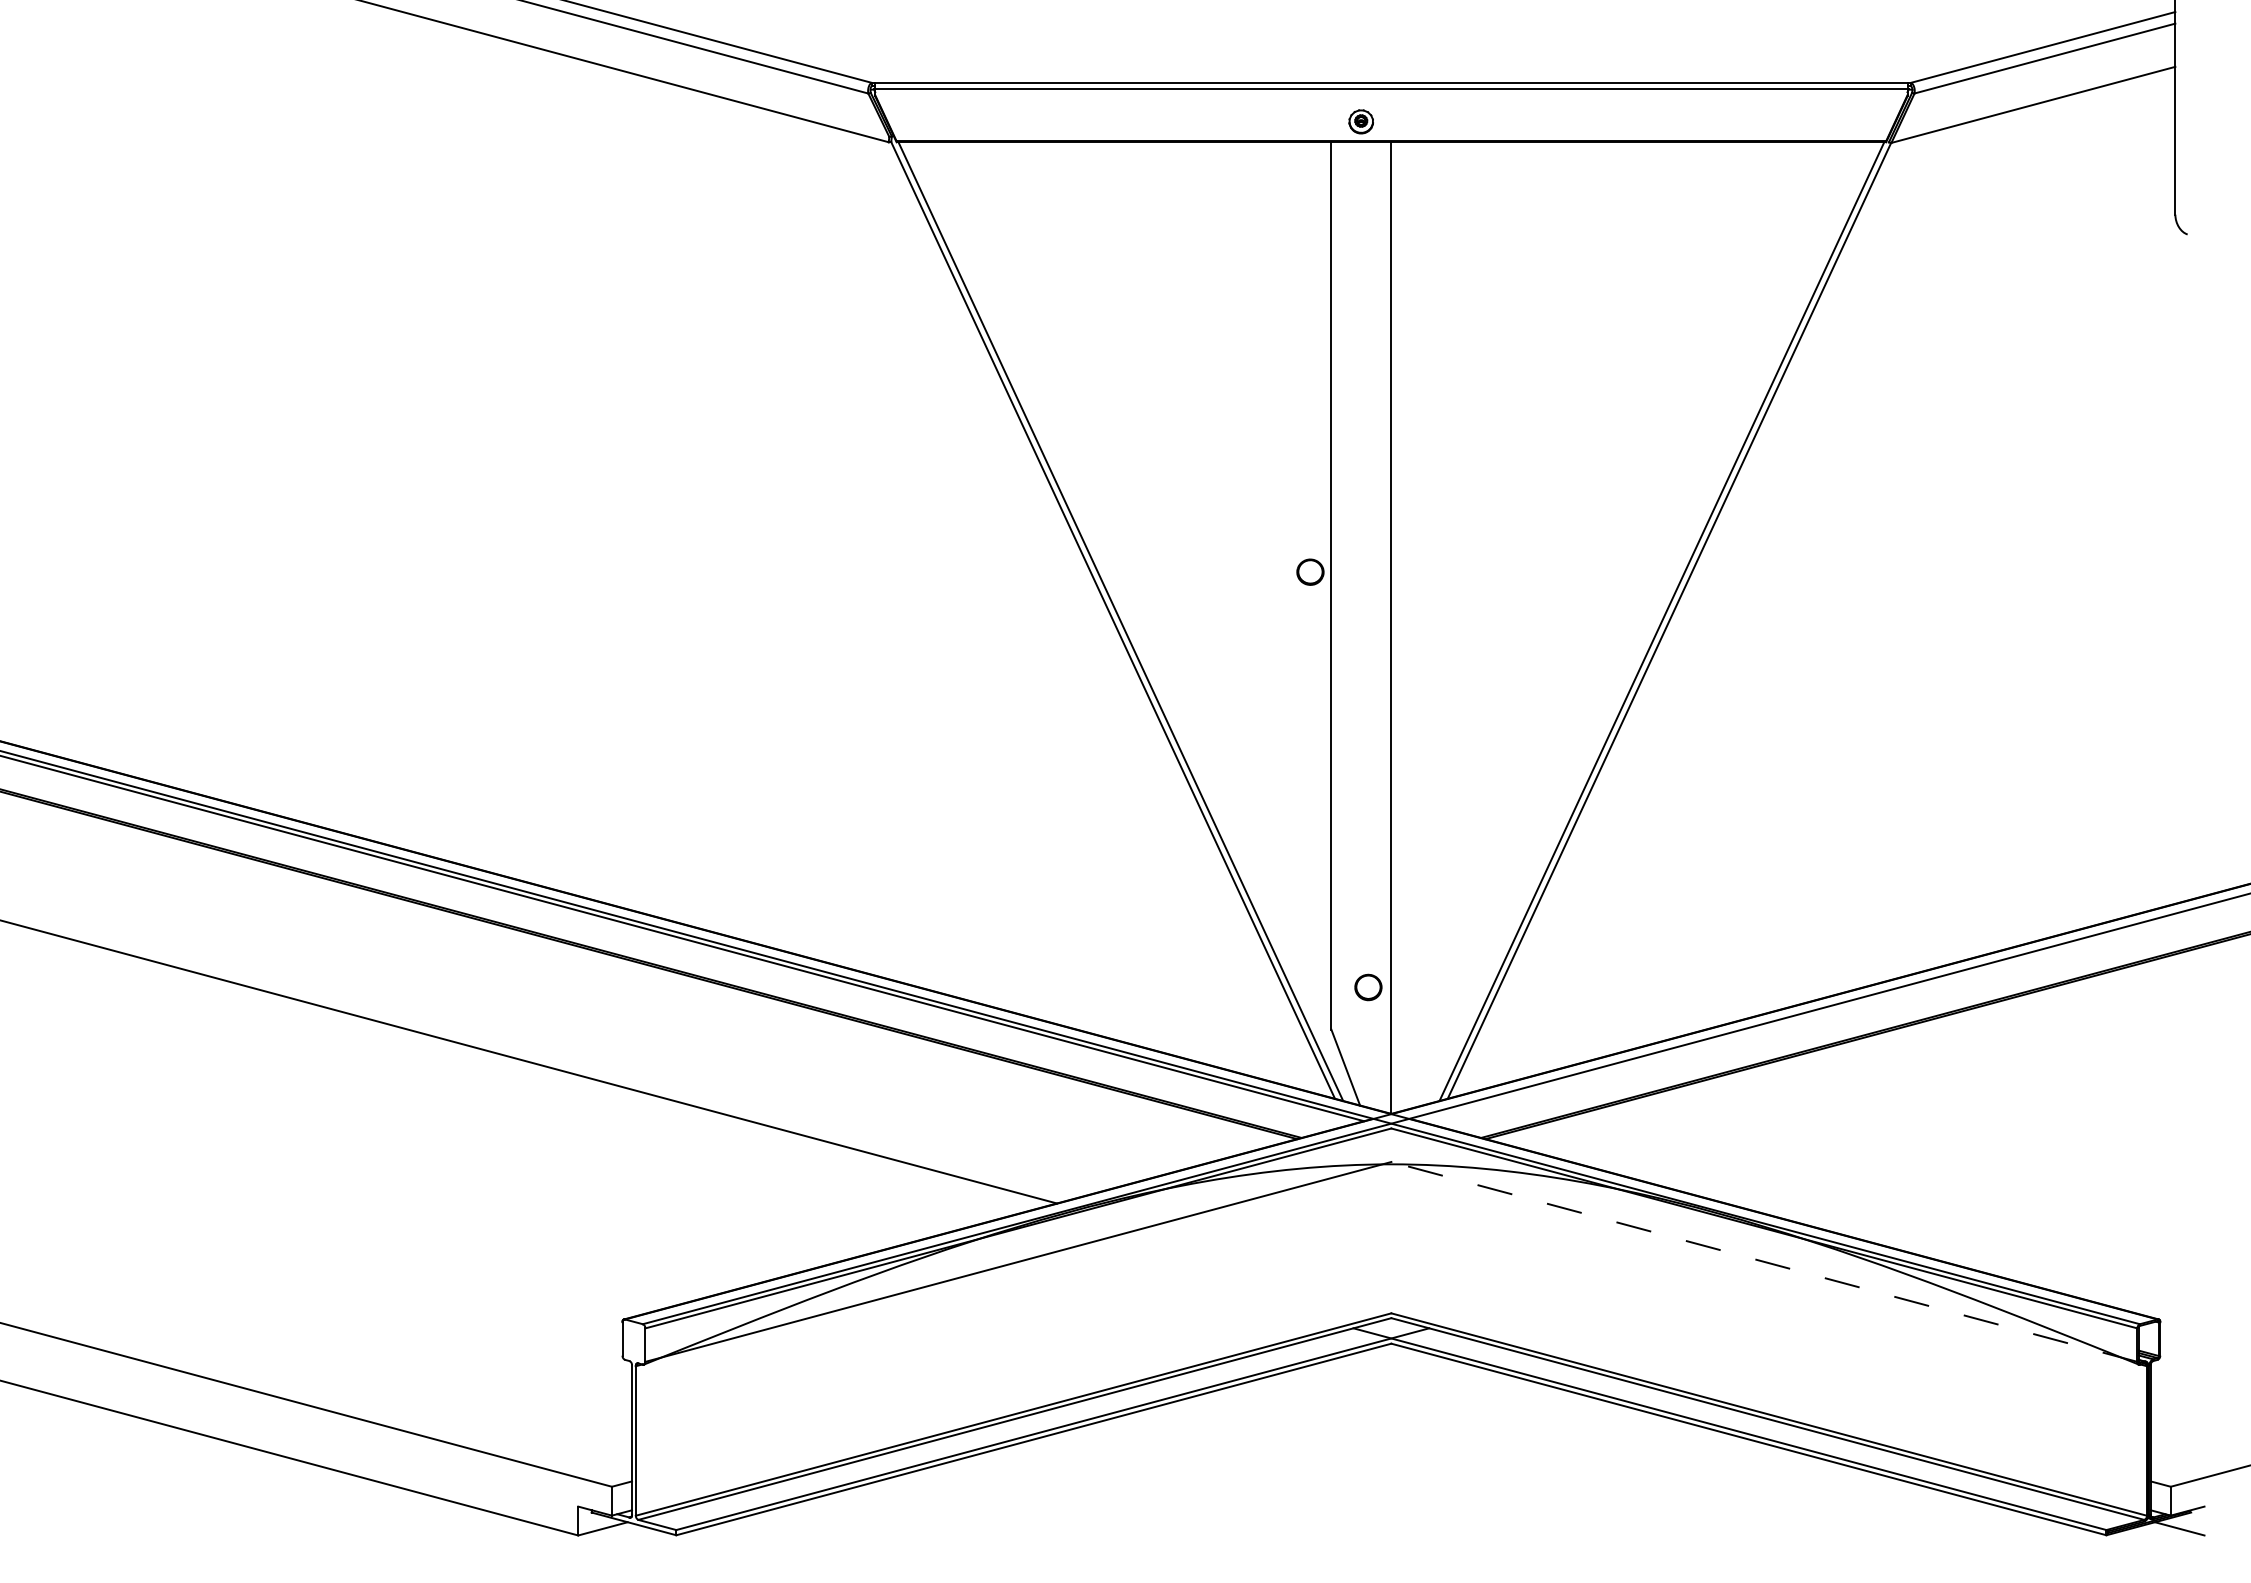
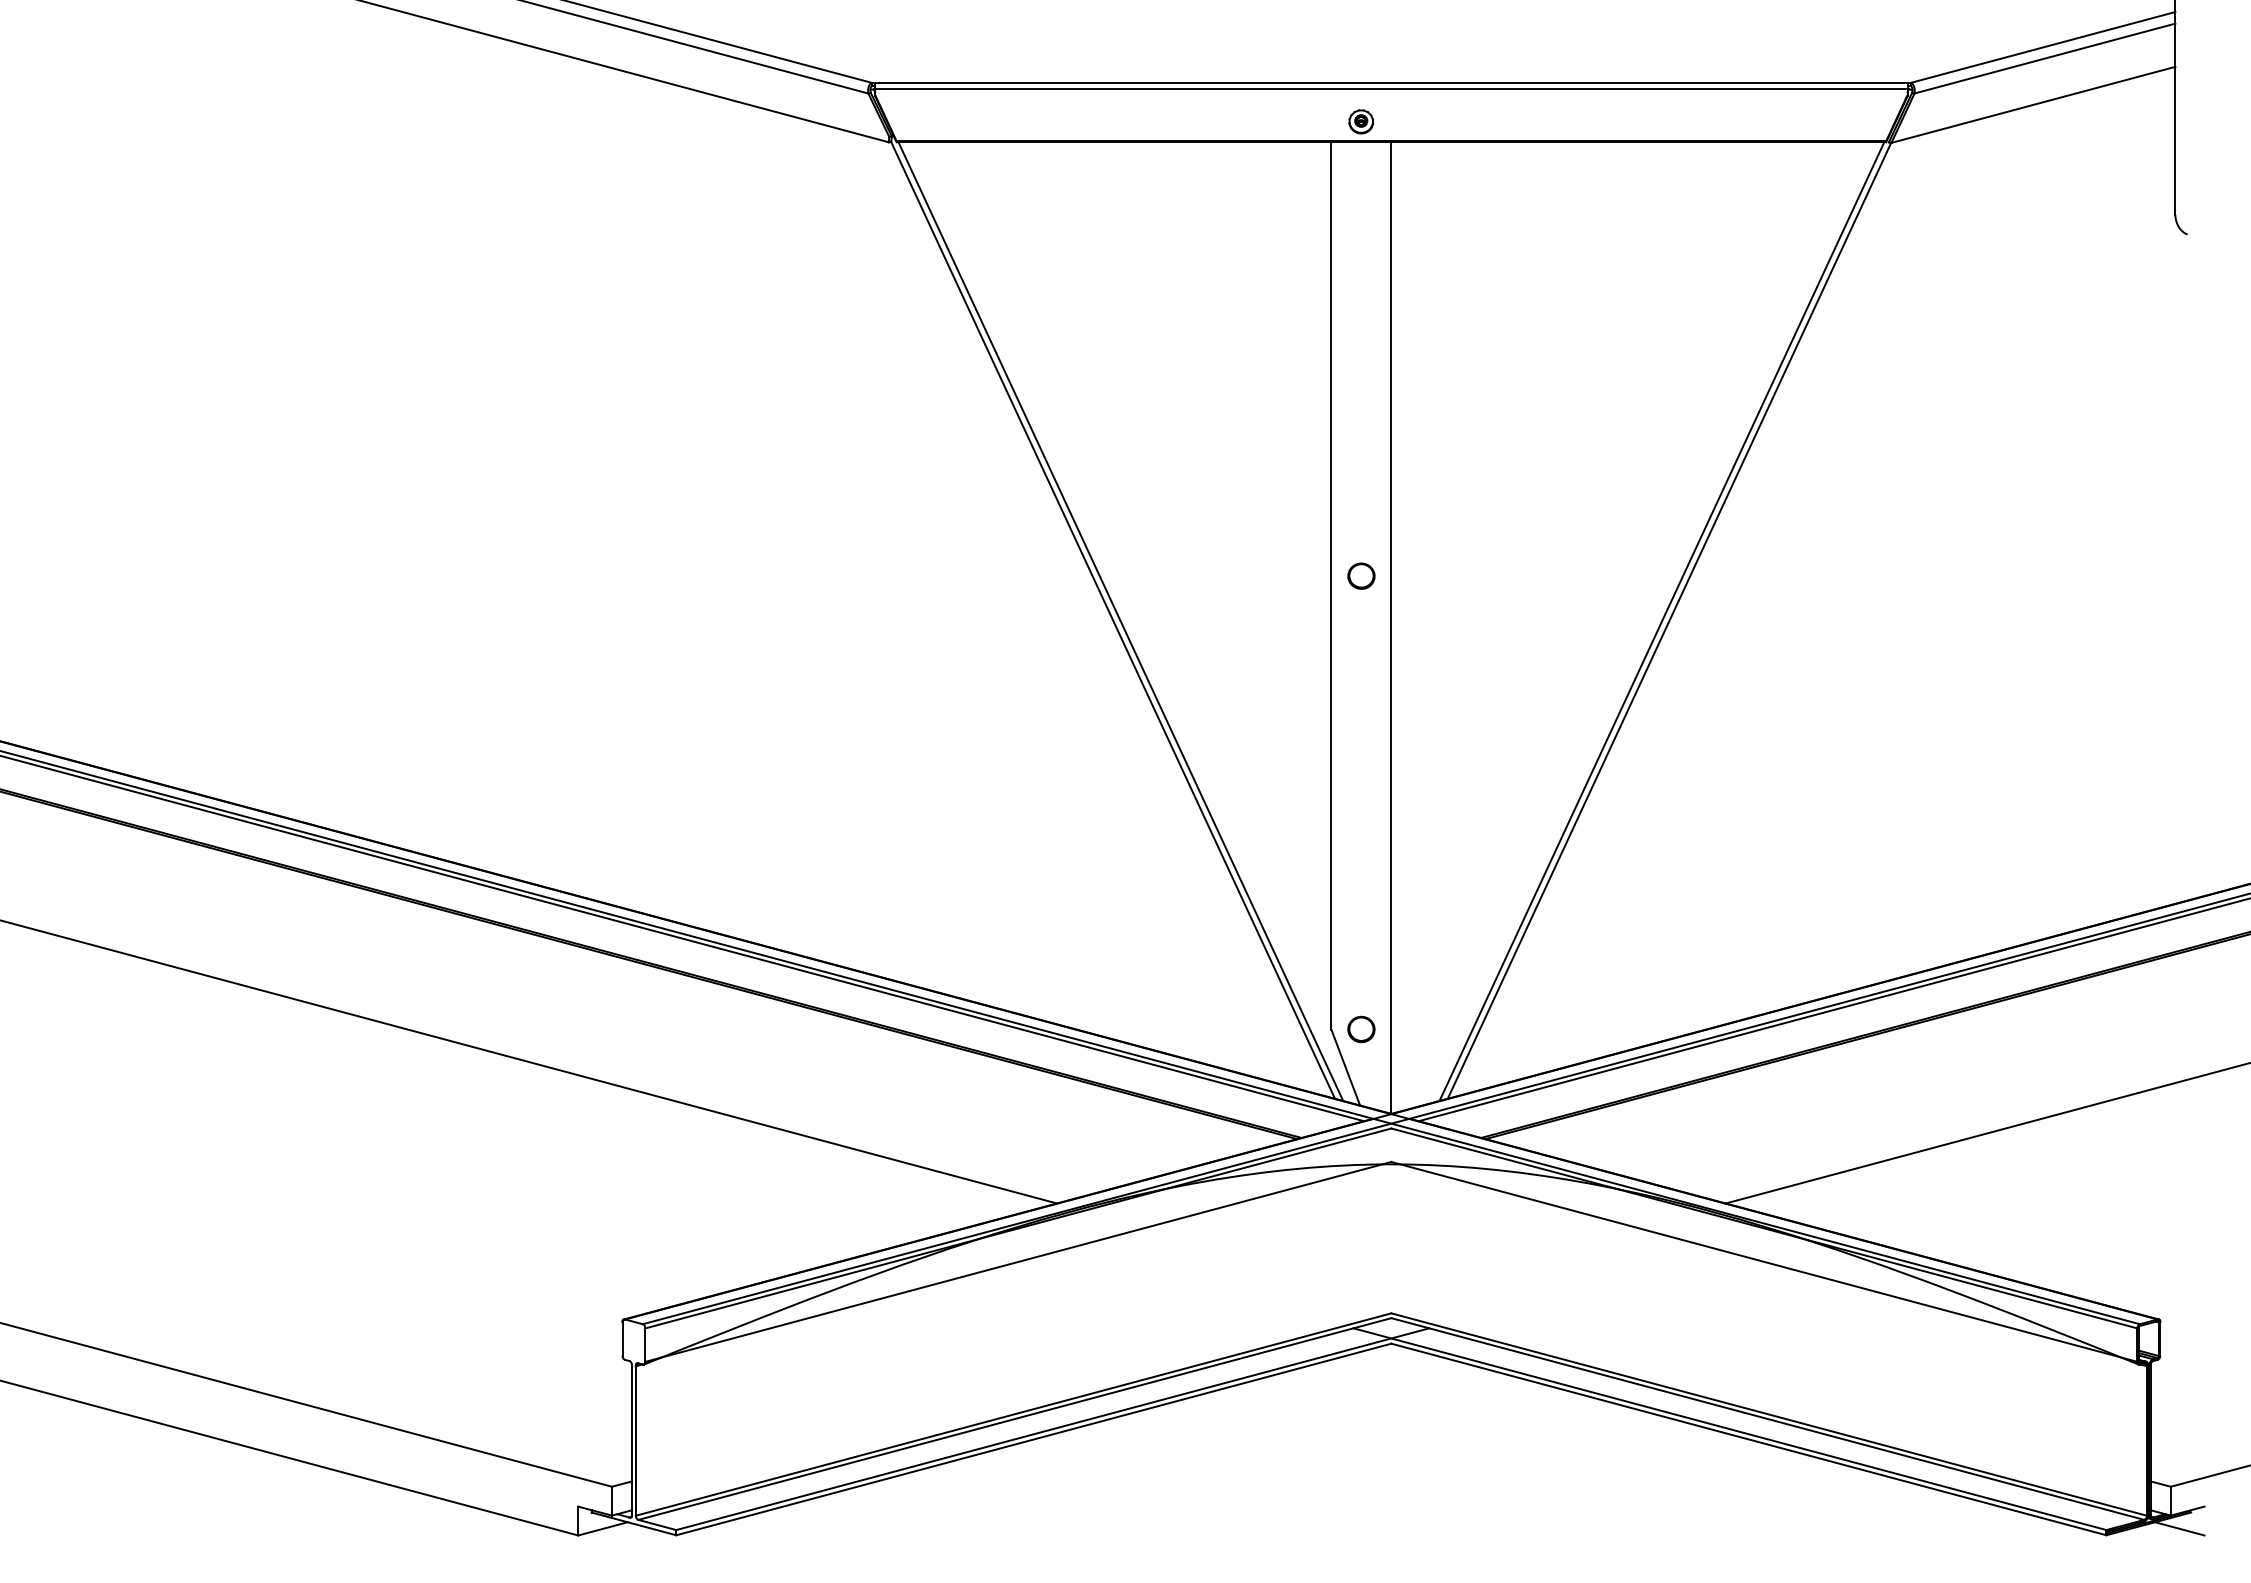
part at (1310, 571) position: (1310, 571) -> (1361, 575)
part at (1368, 987) position: (1368, 987) -> (1361, 1029)
line at (1832, 1010): none -> present
line at (1986, 1133): none -> present
line at (1763, 1261): dashed -> solid
